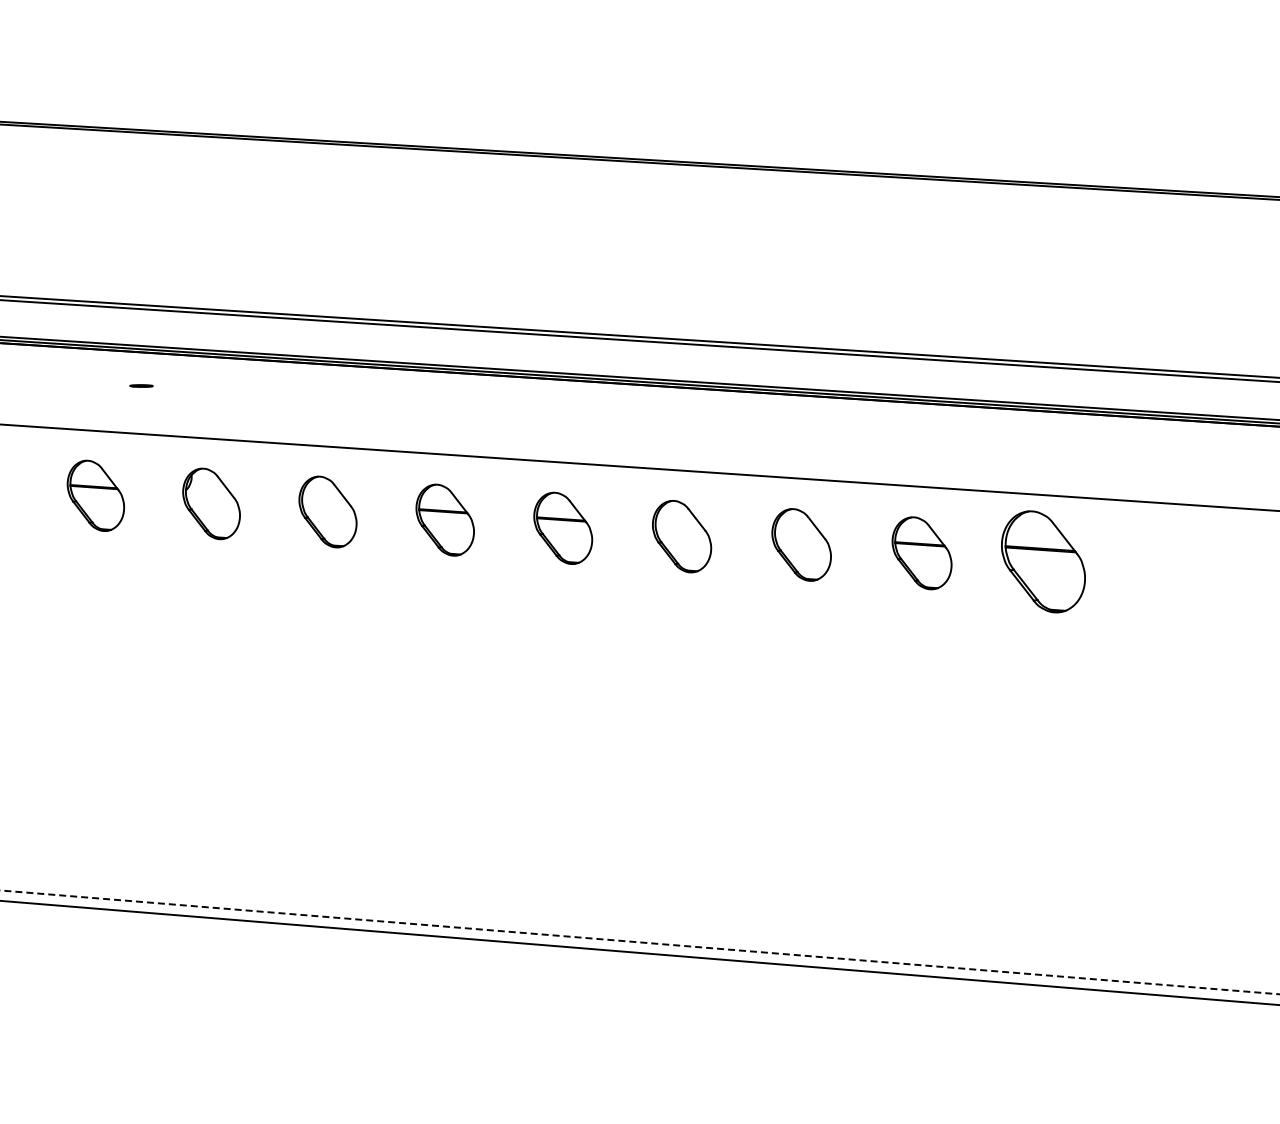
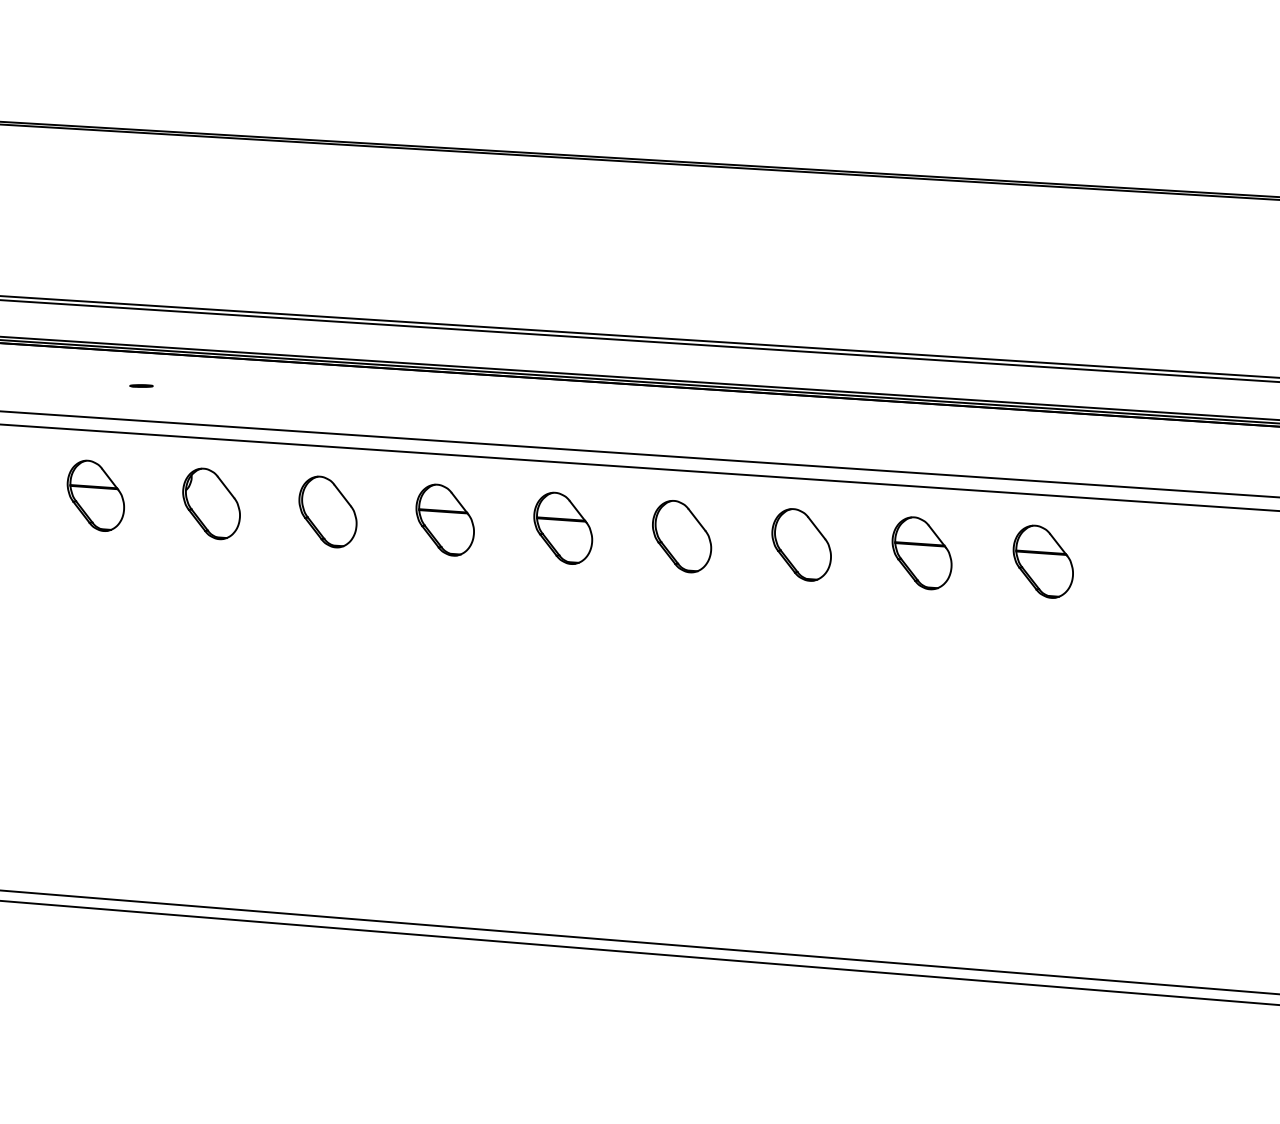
line at (639, 454): none -> present
part at (1043, 561) size: 85x104 px -> 62x75 px
line at (639, 942): dashed -> solid
